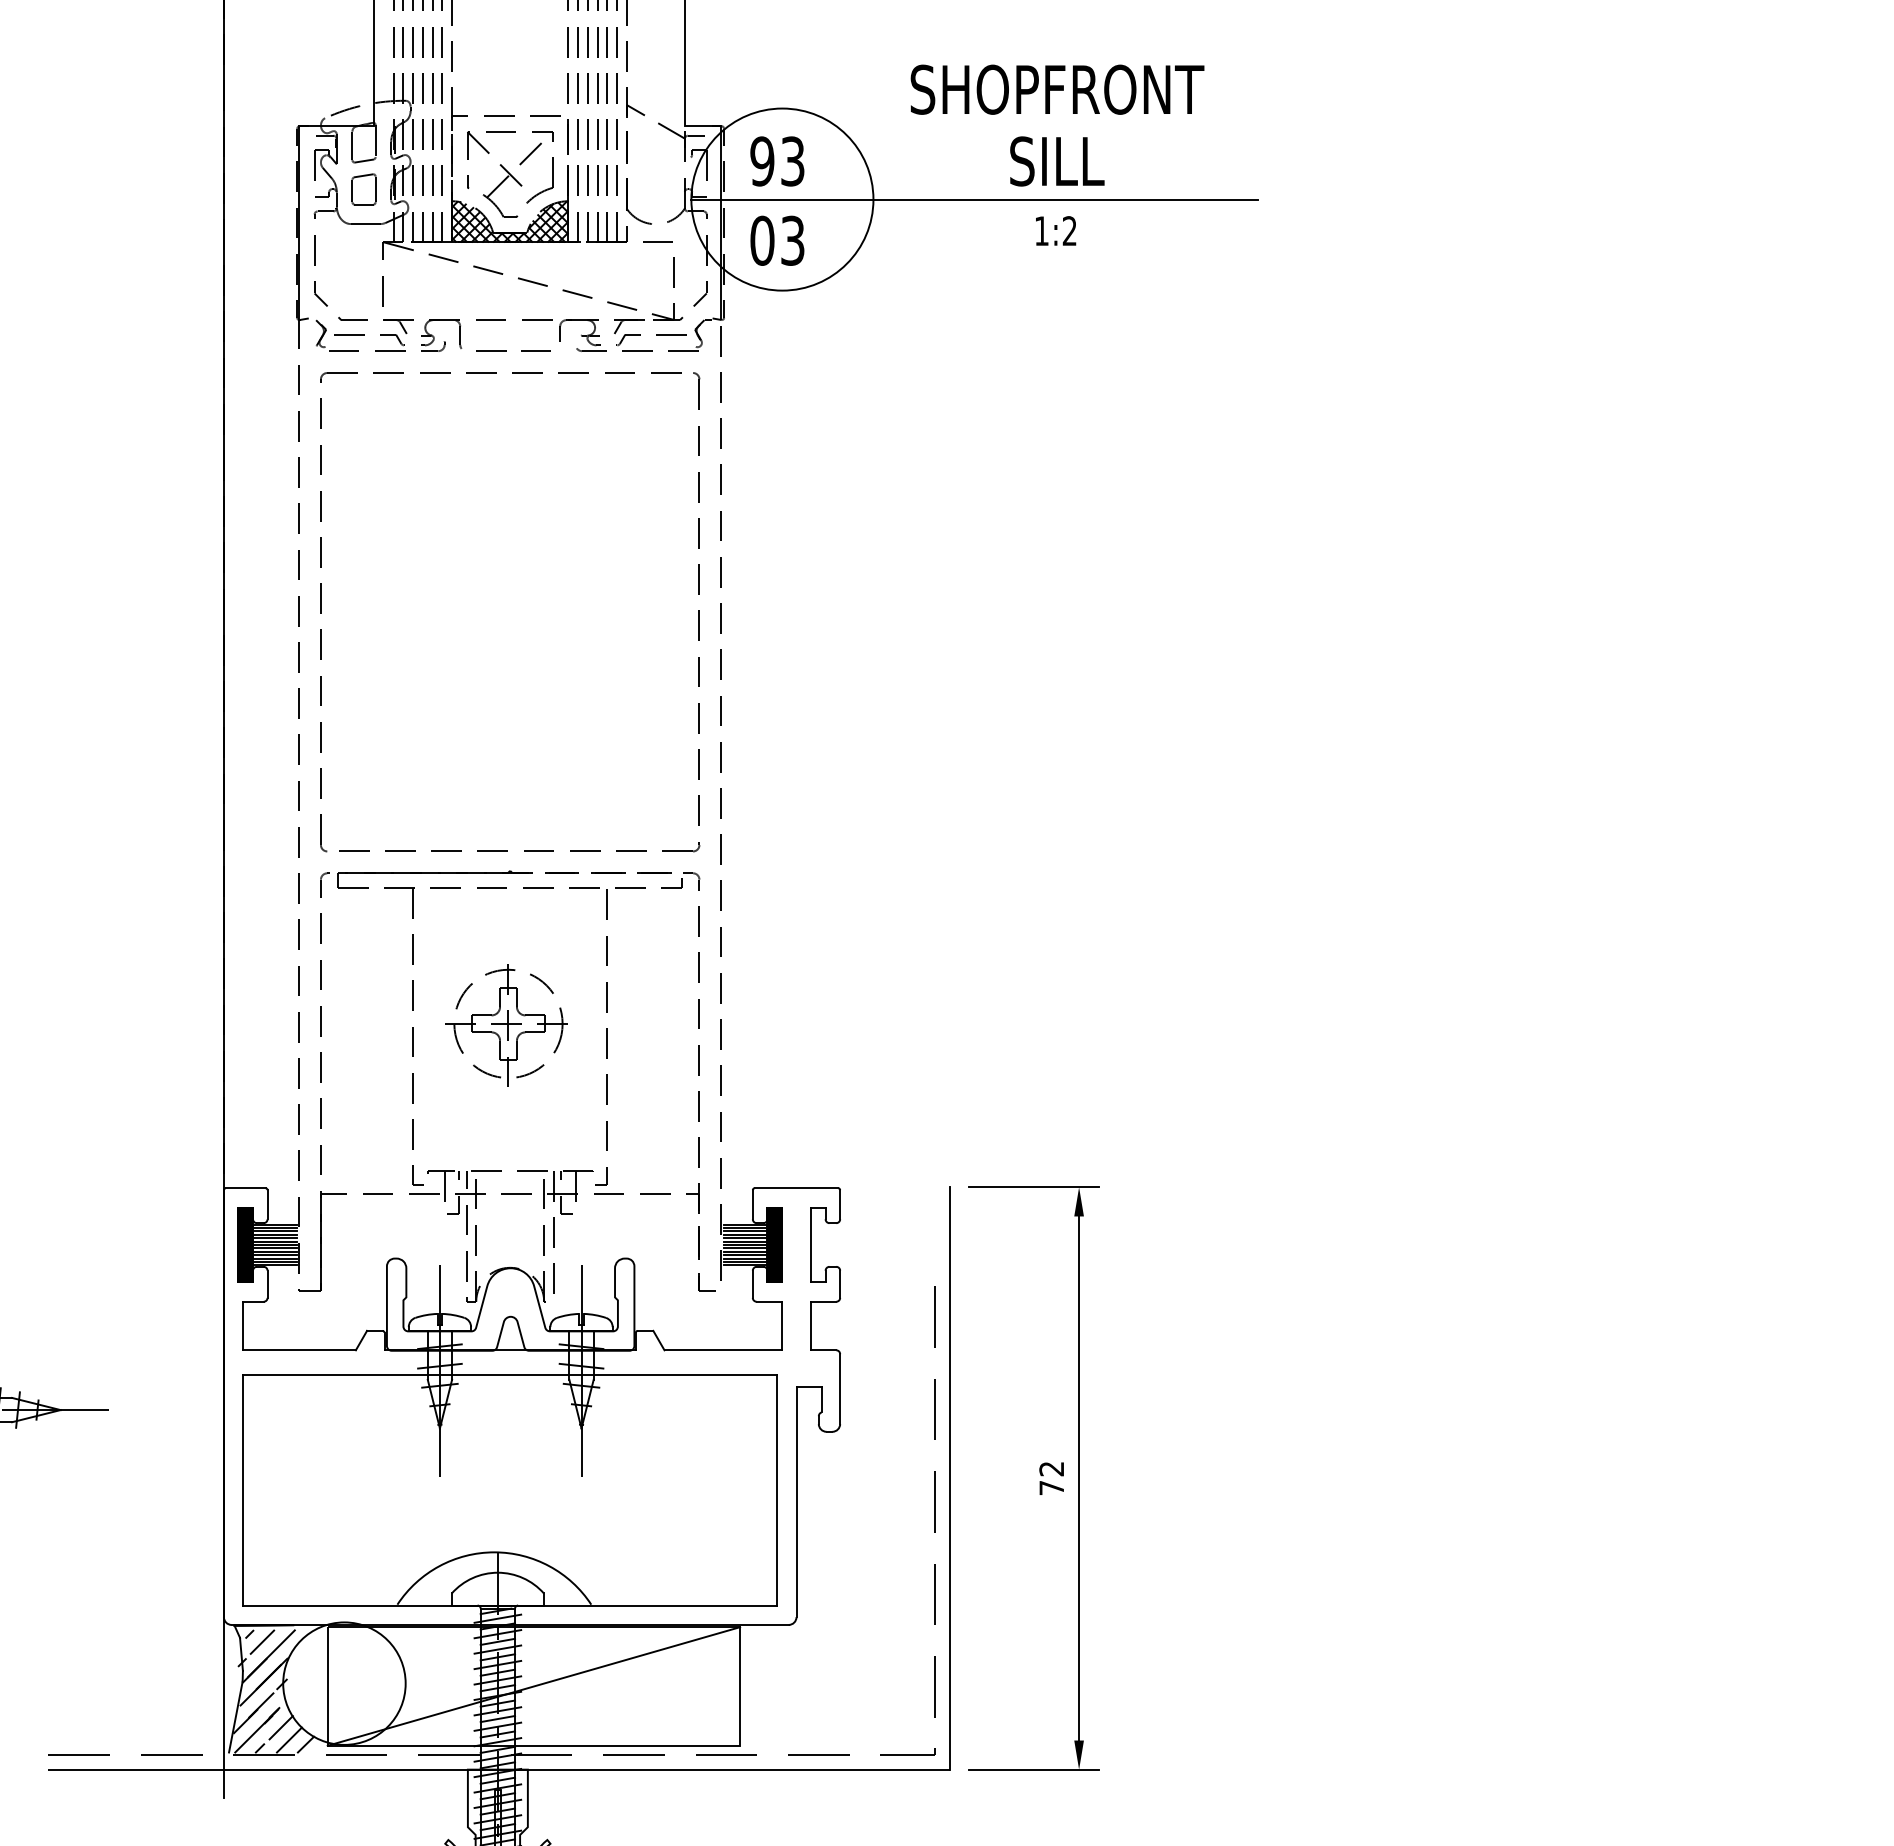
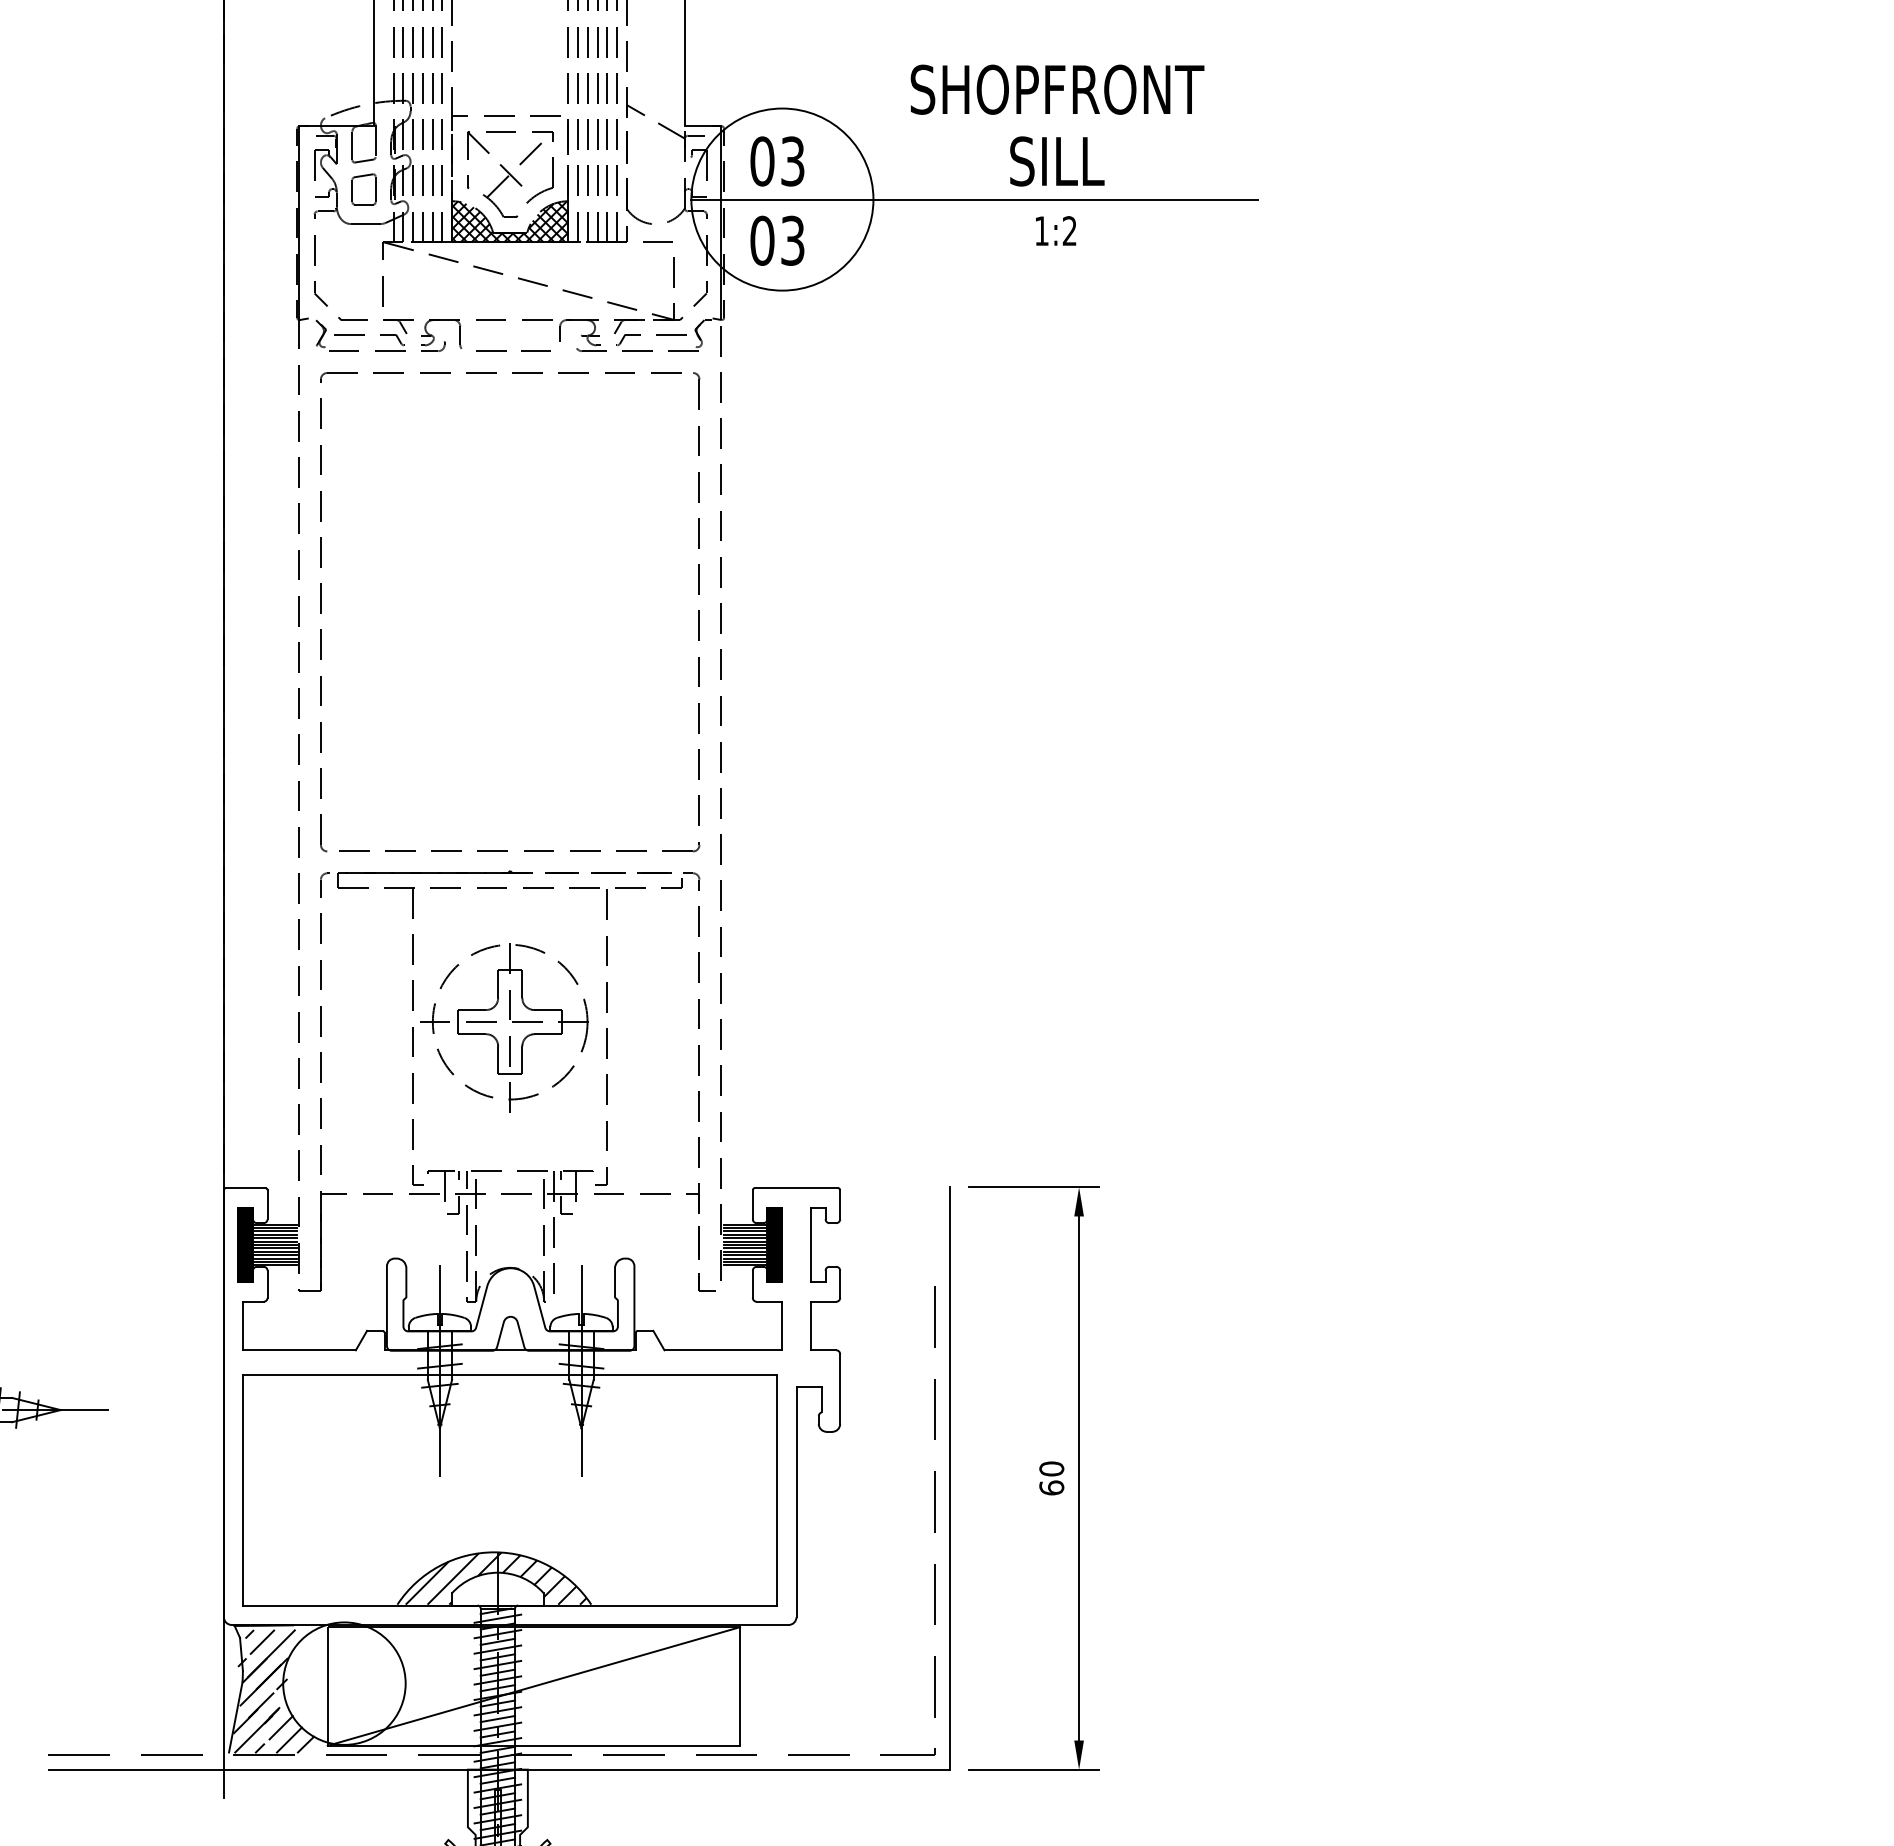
text at (762, 161): 93 -> 03
part at (506, 1025) size: 123x123 px -> 169x170 px
text at (1051, 1478): 72 -> 60
hatch at (495, 1578): none -> present
